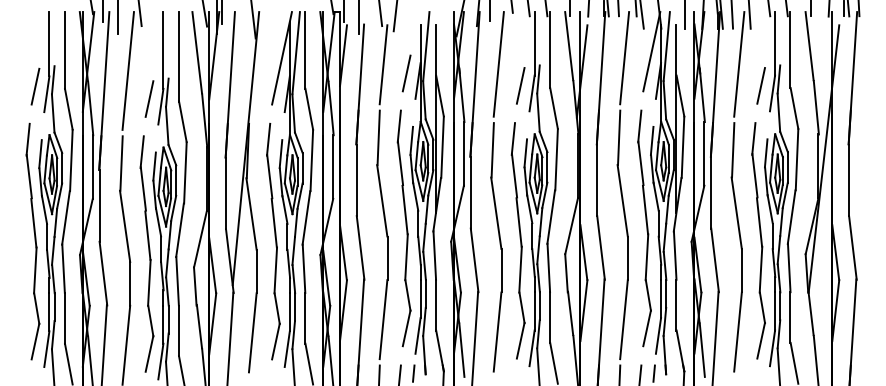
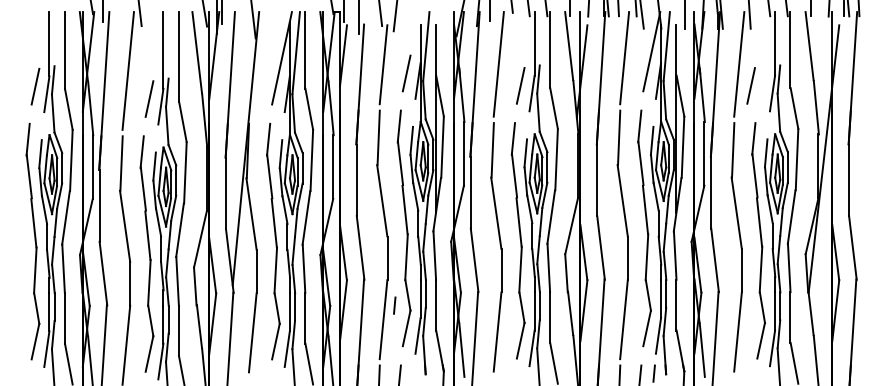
line at (732, 15): present -> none
line at (118, 18): present -> none
line at (760, 85) position: (760, 85) -> (750, 85)
line at (413, 373) position: (413, 373) -> (394, 305)
